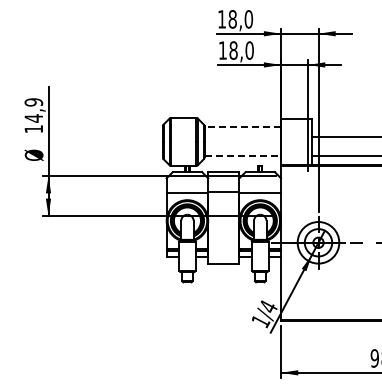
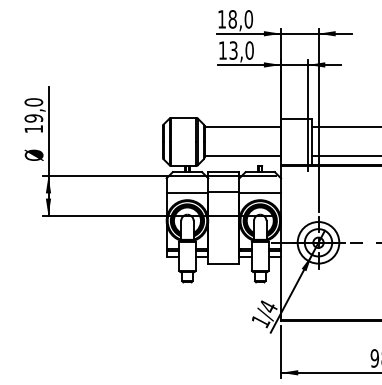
text at (233, 50): 18,0 -> 13,0
text at (33, 110): 14,9 -> 19,0
line at (242, 127): dashed -> solid
line at (345, 137) position: (345, 137) -> (345, 127)
line at (243, 156): dashed -> solid
